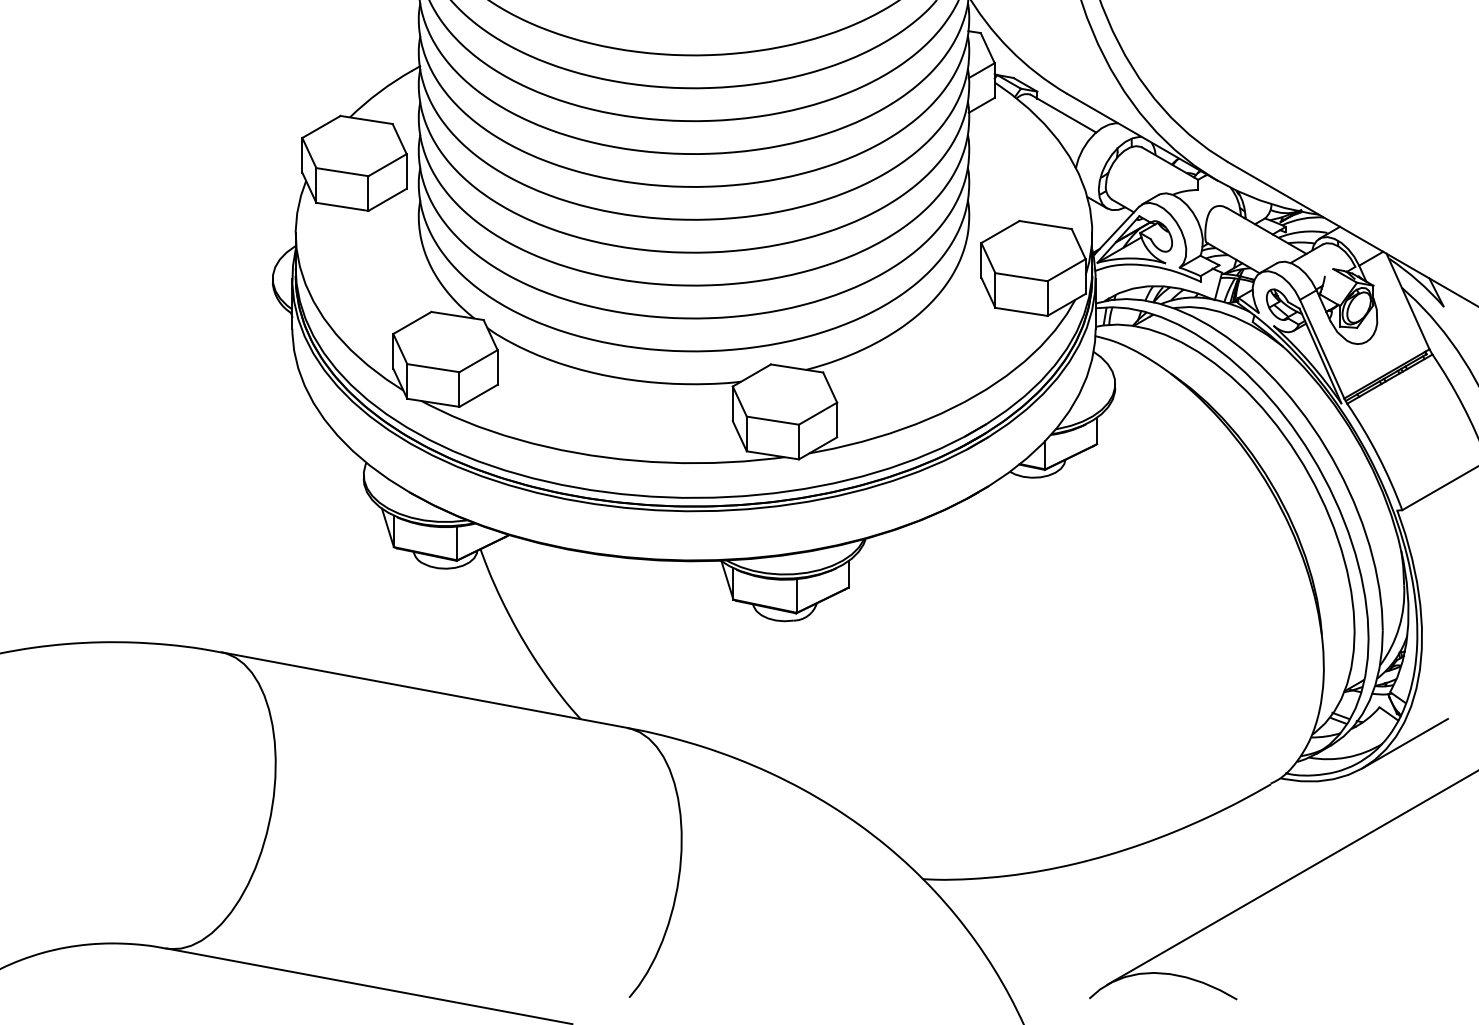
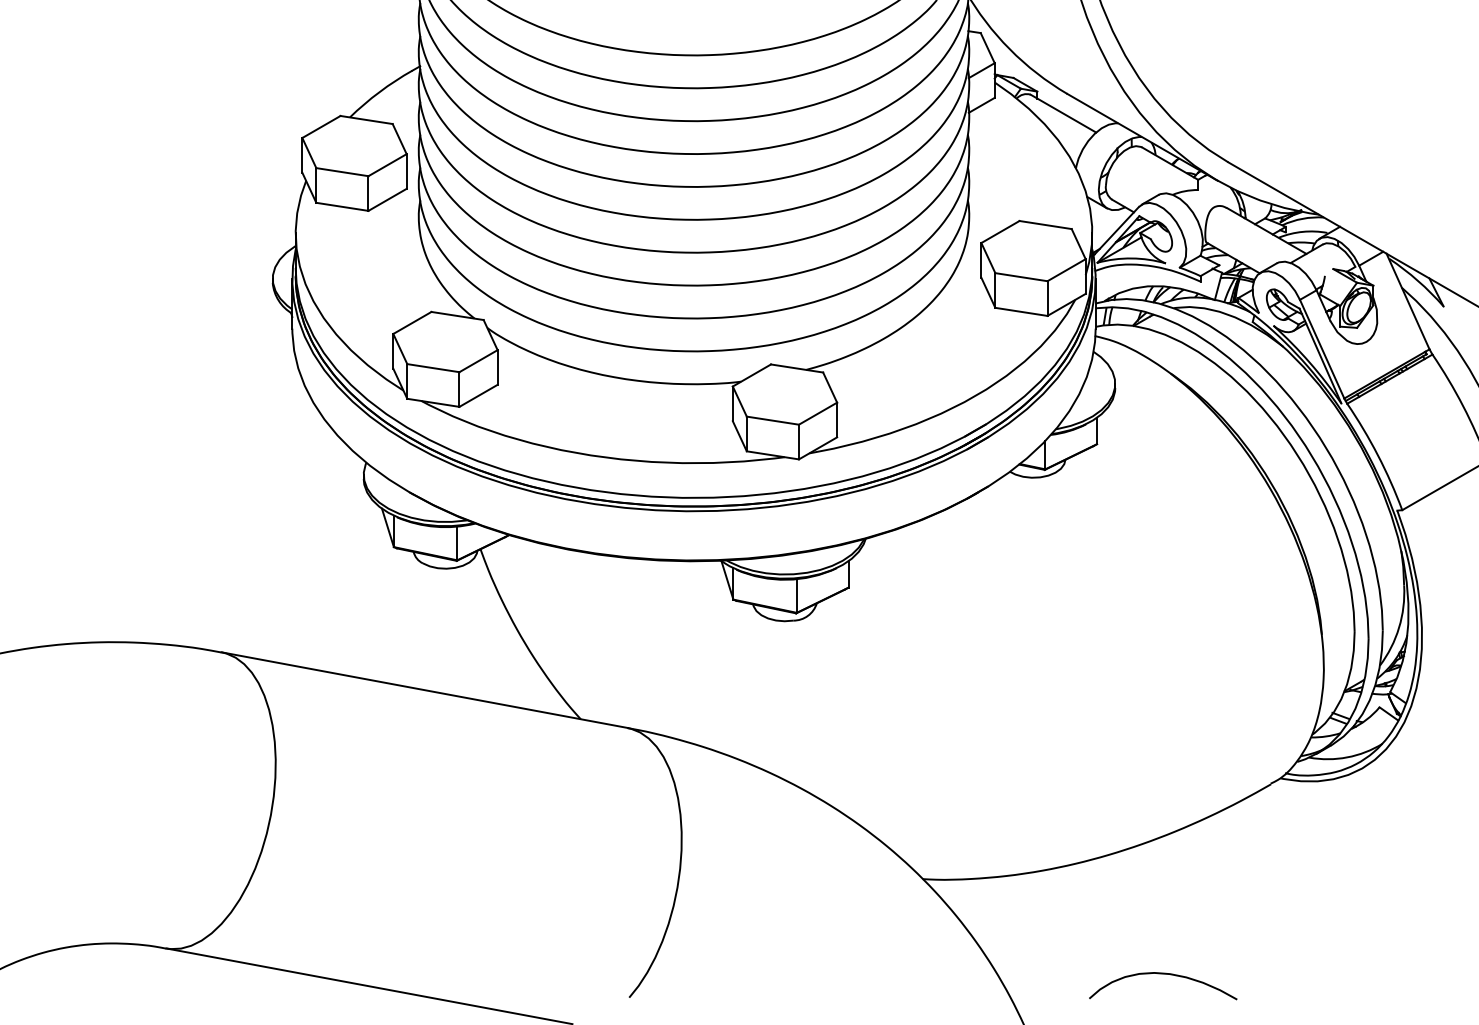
line at (1404, 743): present -> none
line at (1291, 878): present -> none
